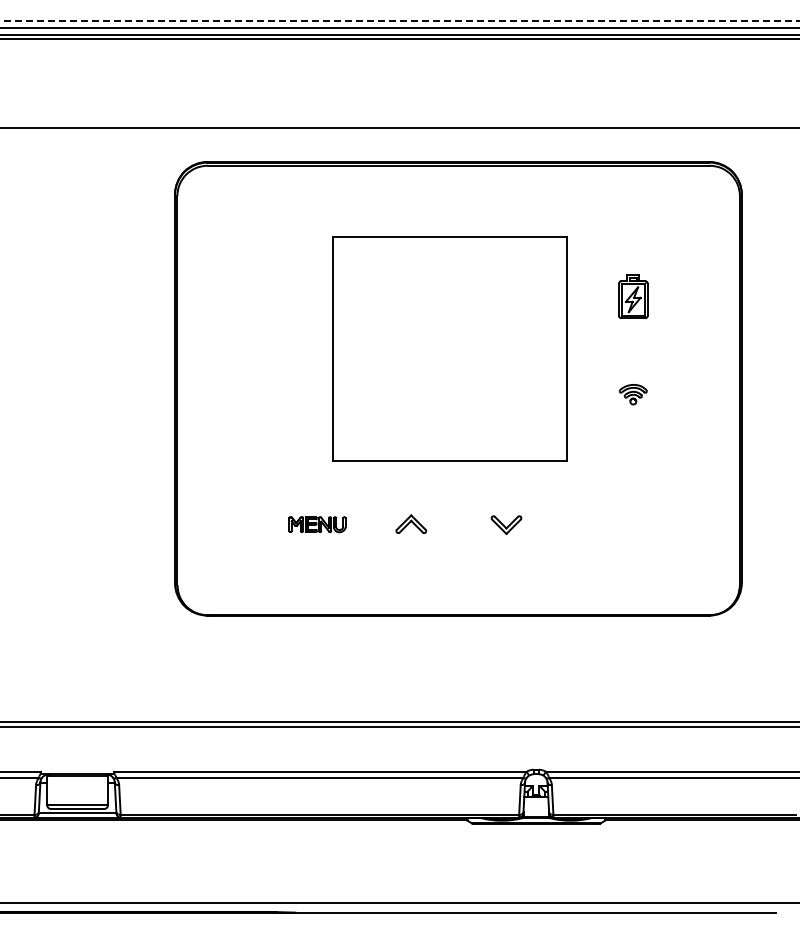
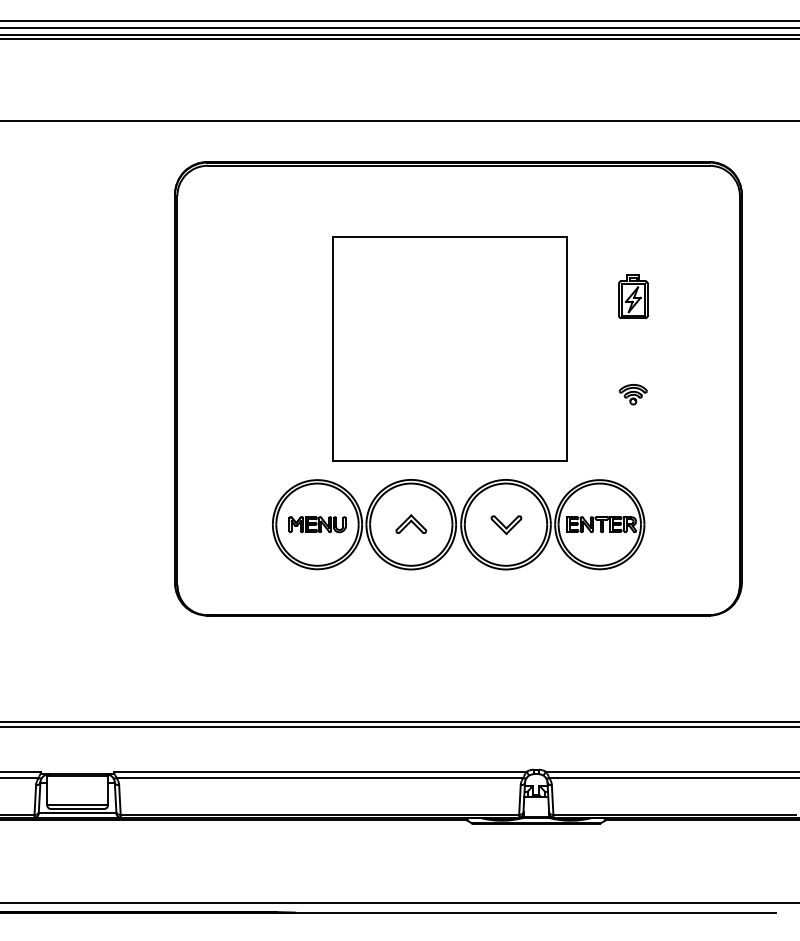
line at (399, 21): dashed -> solid
line at (399, 127) position: (399, 127) -> (399, 120)
part at (458, 524): none -> present
